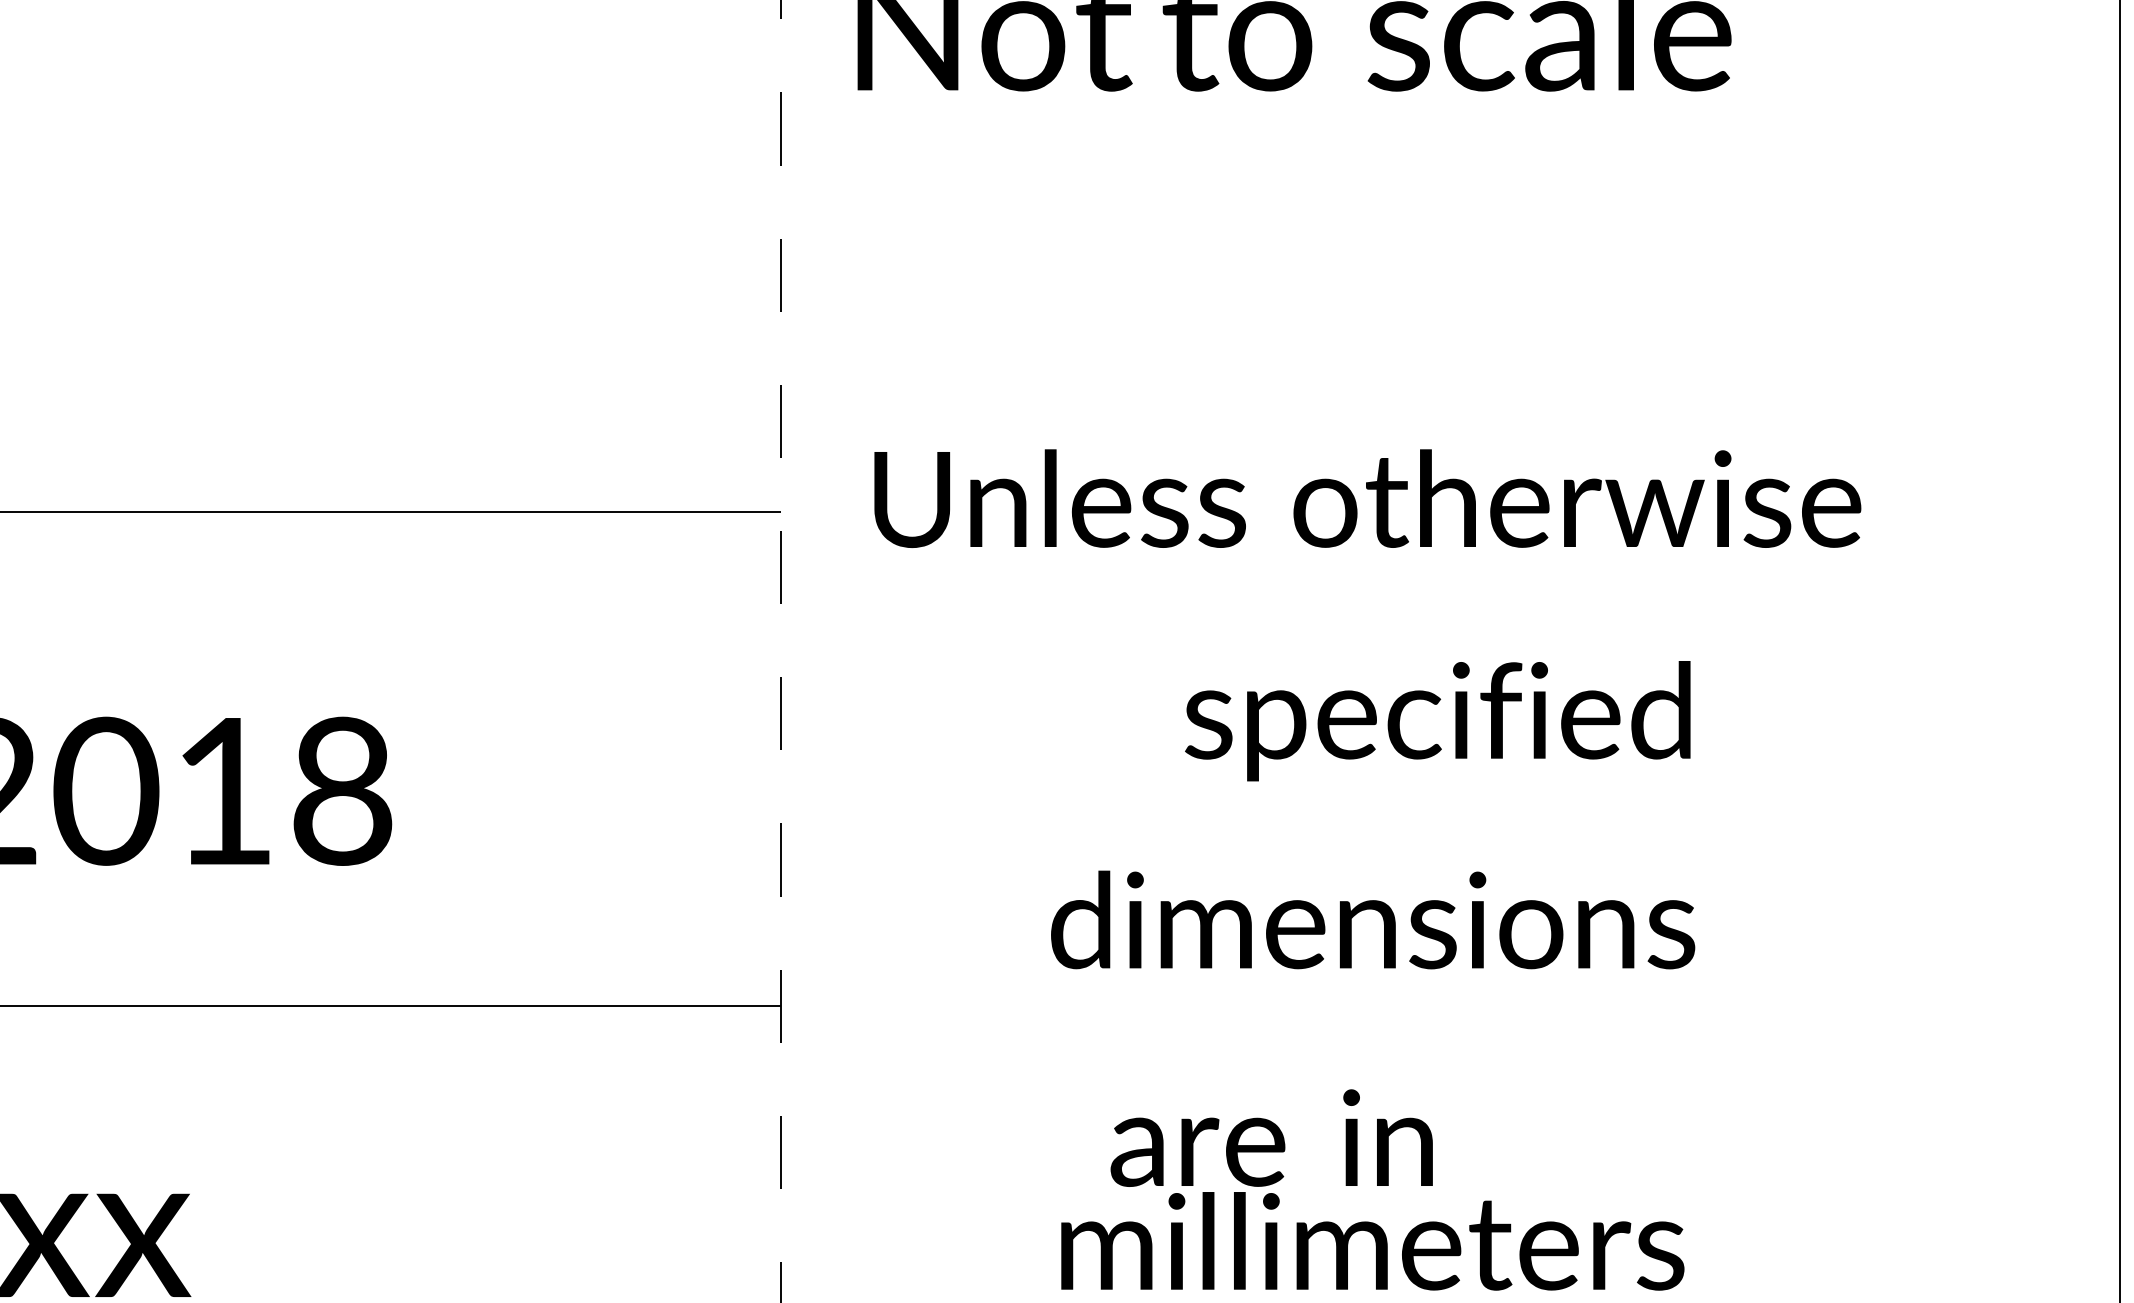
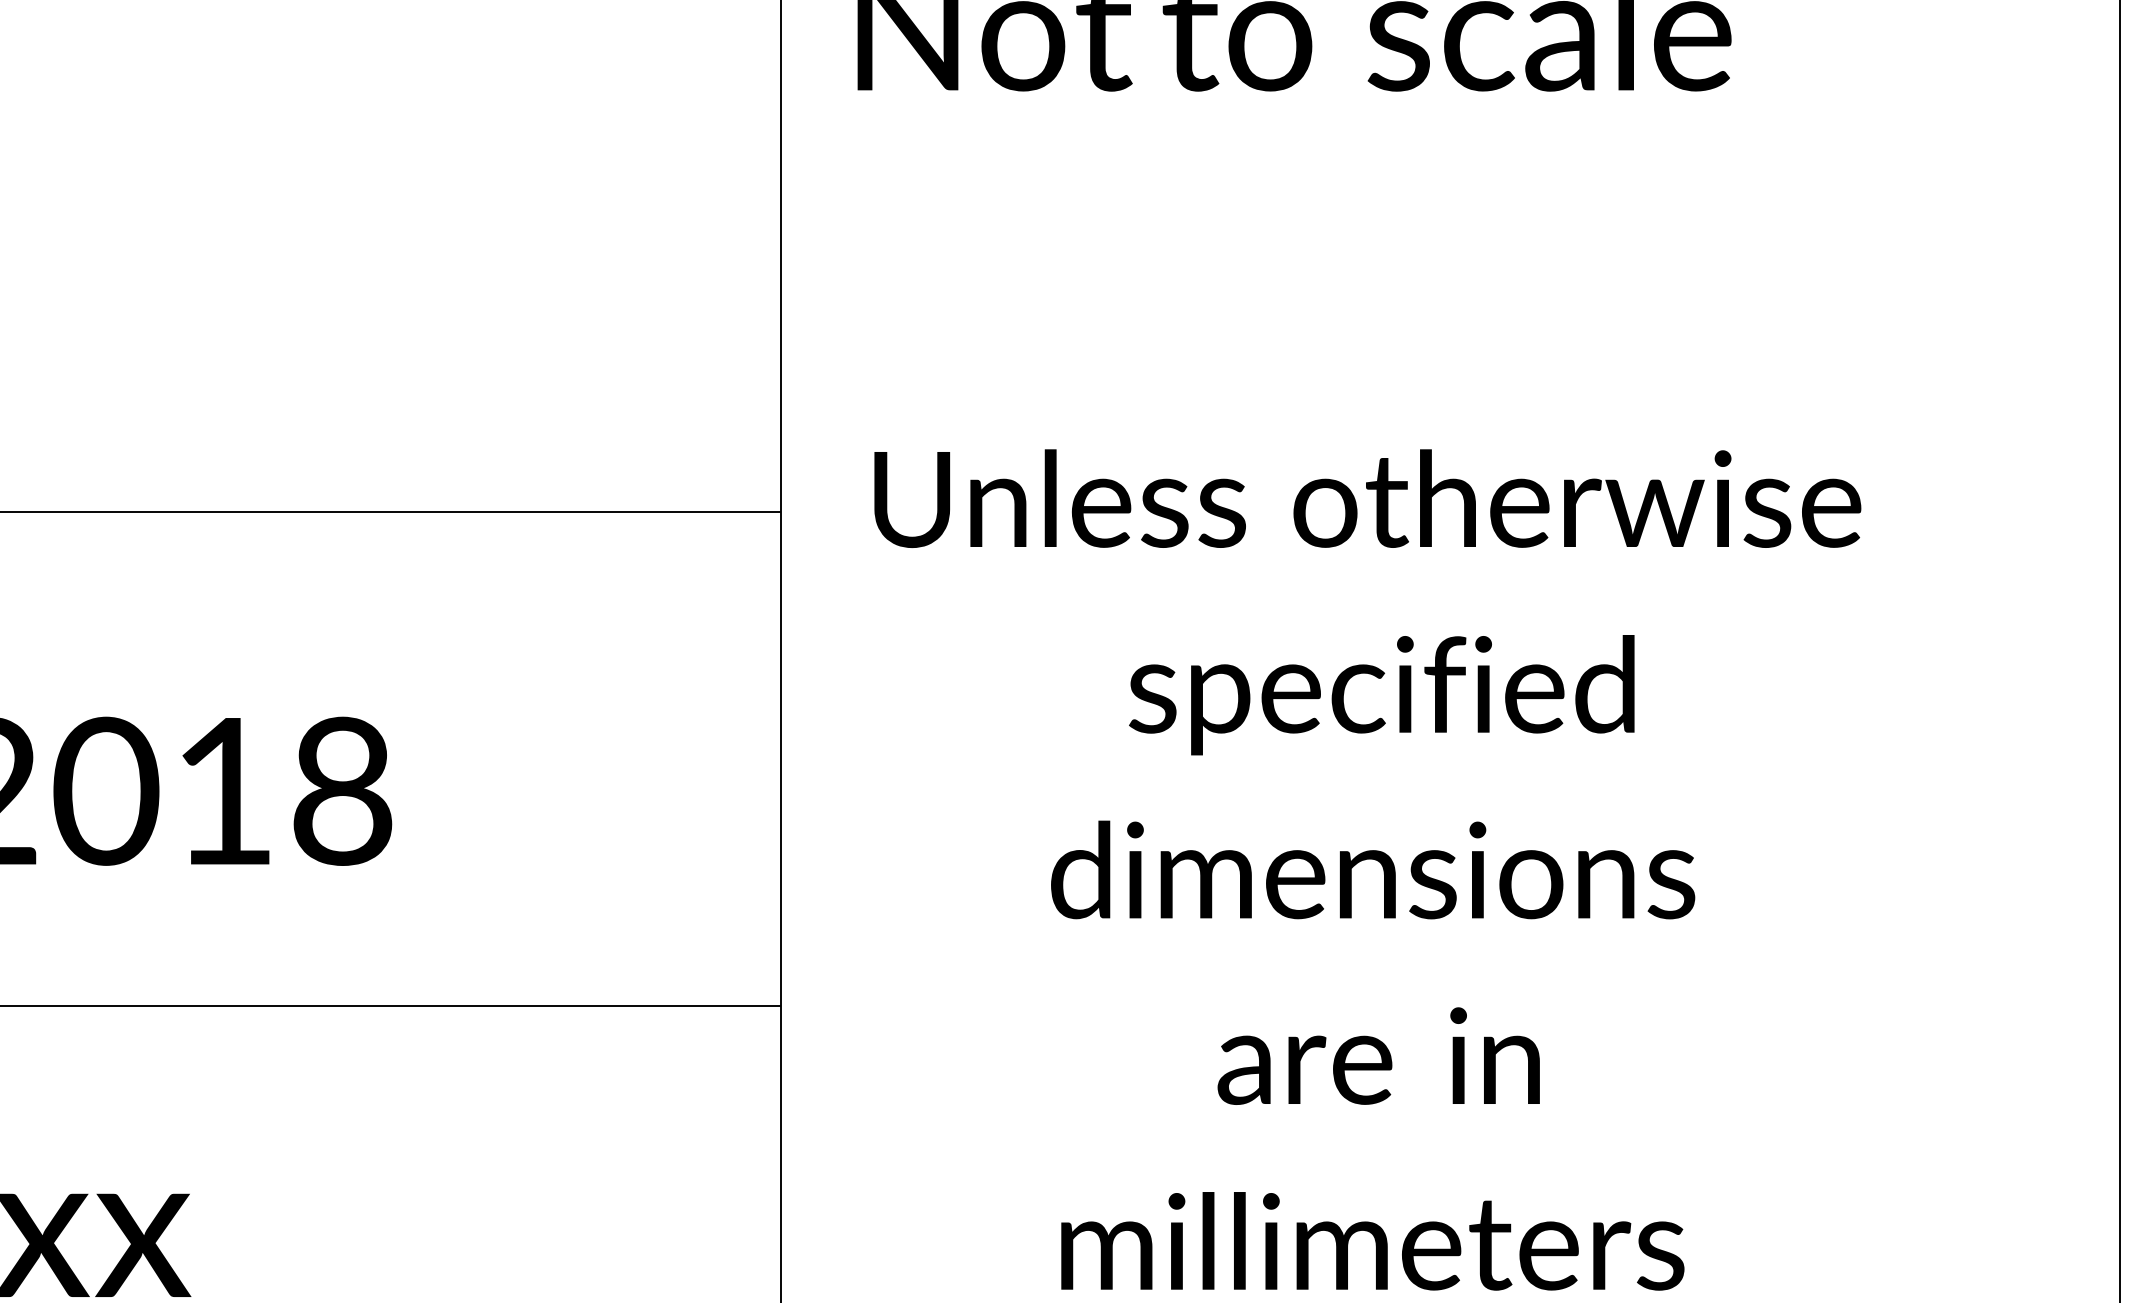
line at (780, 651): dashed -> solid
text at (1437, 721) position: (1437, 721) -> (1381, 695)
text at (1373, 919) position: (1373, 919) -> (1373, 869)
text at (1271, 1137) position: (1271, 1137) -> (1378, 1055)
